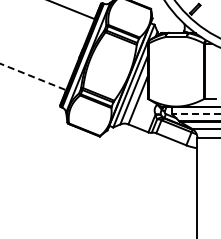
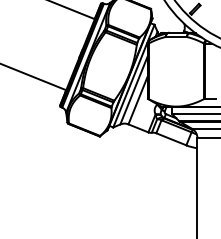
line at (33, 77): dashed -> solid
line at (196, 114): dashed -> solid
